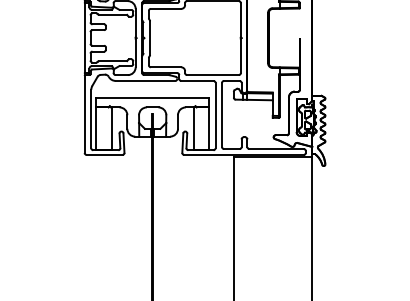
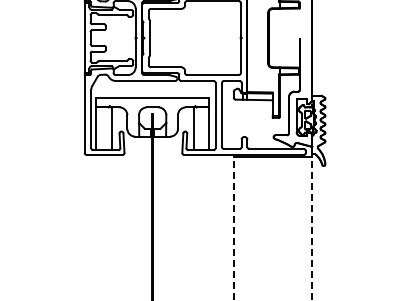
line at (312, 217): solid -> dashed
line at (234, 228): solid -> dashed
